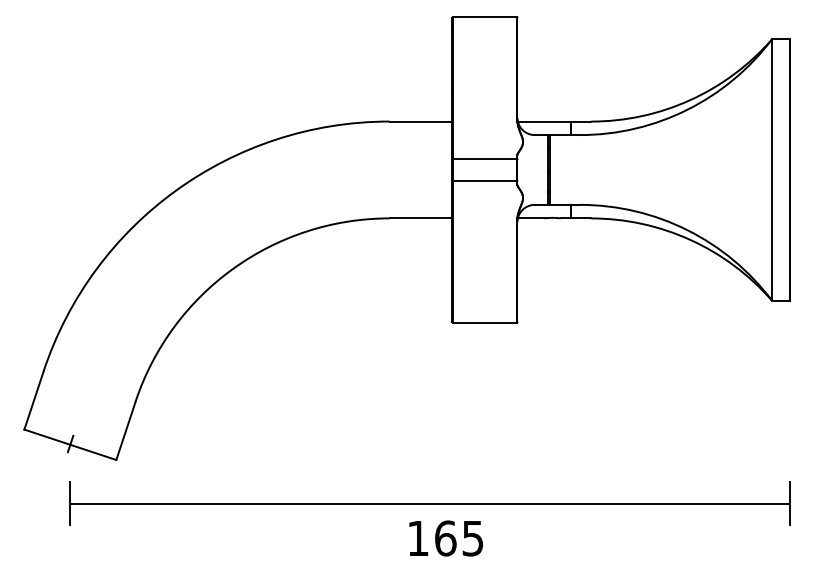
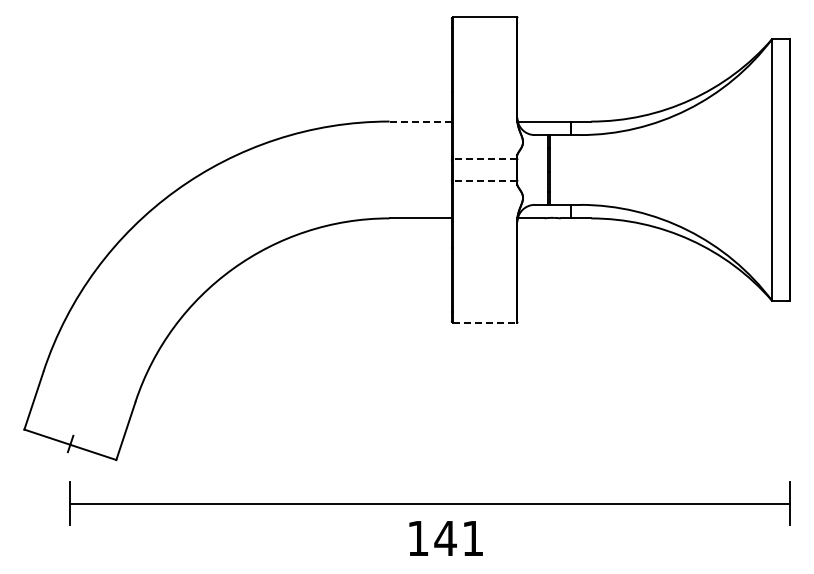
line at (420, 121): solid -> dashed
line at (484, 159): solid -> dashed
line at (484, 180): solid -> dashed
line at (485, 322): solid -> dashed
text at (458, 538): 165 -> 141
